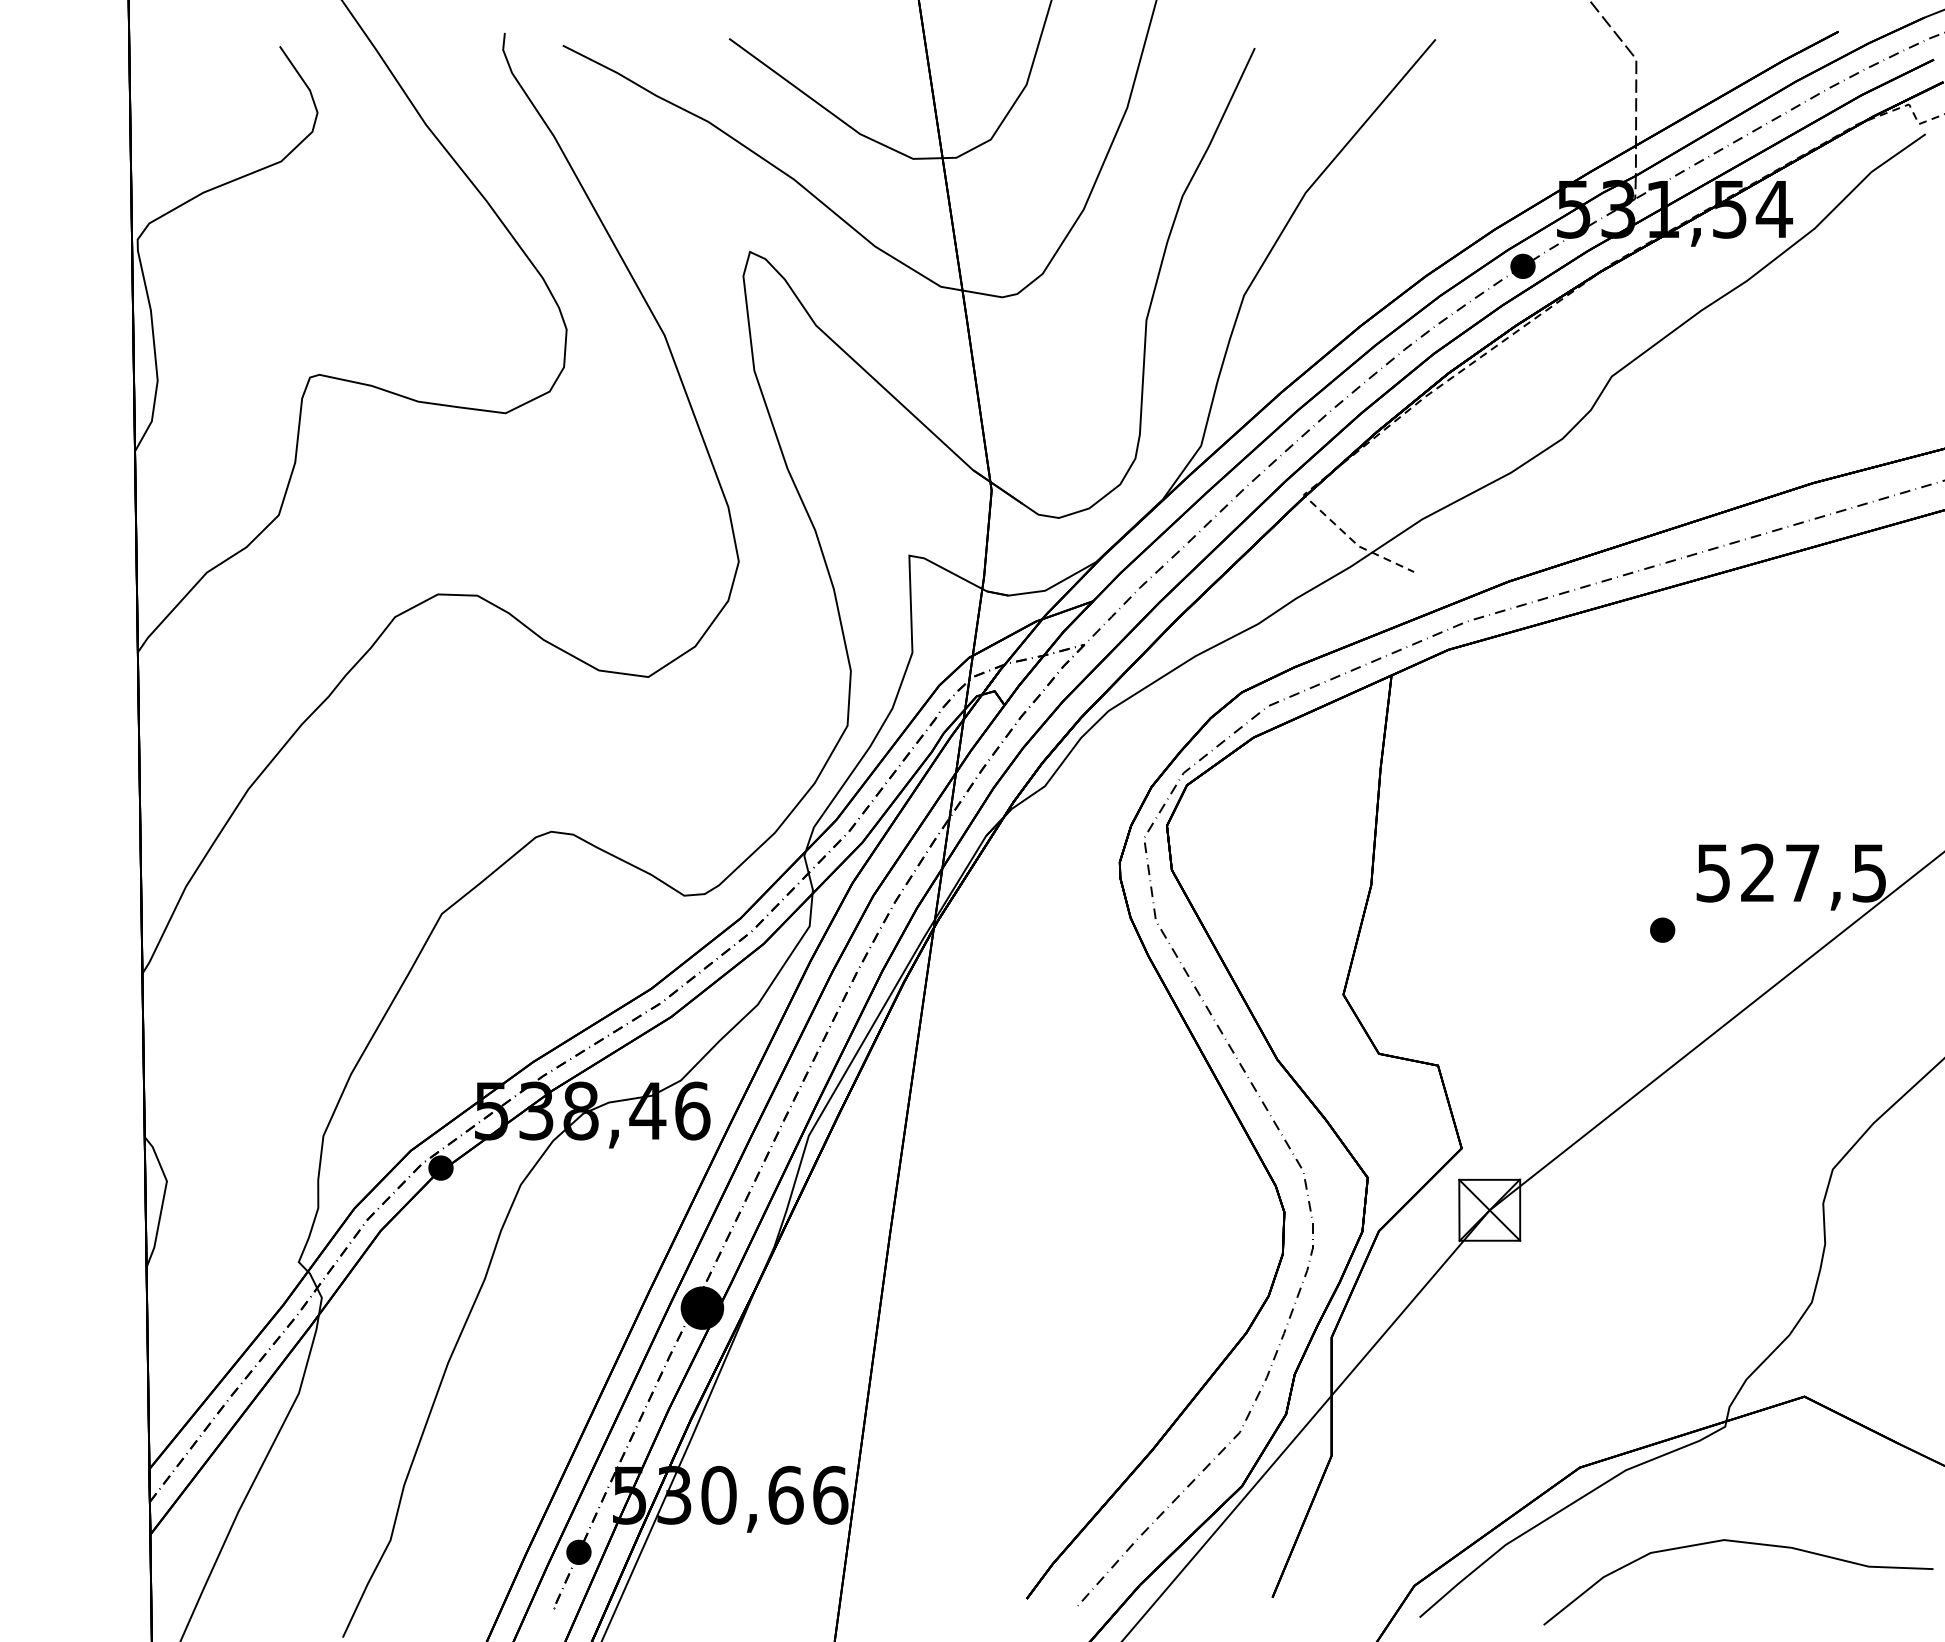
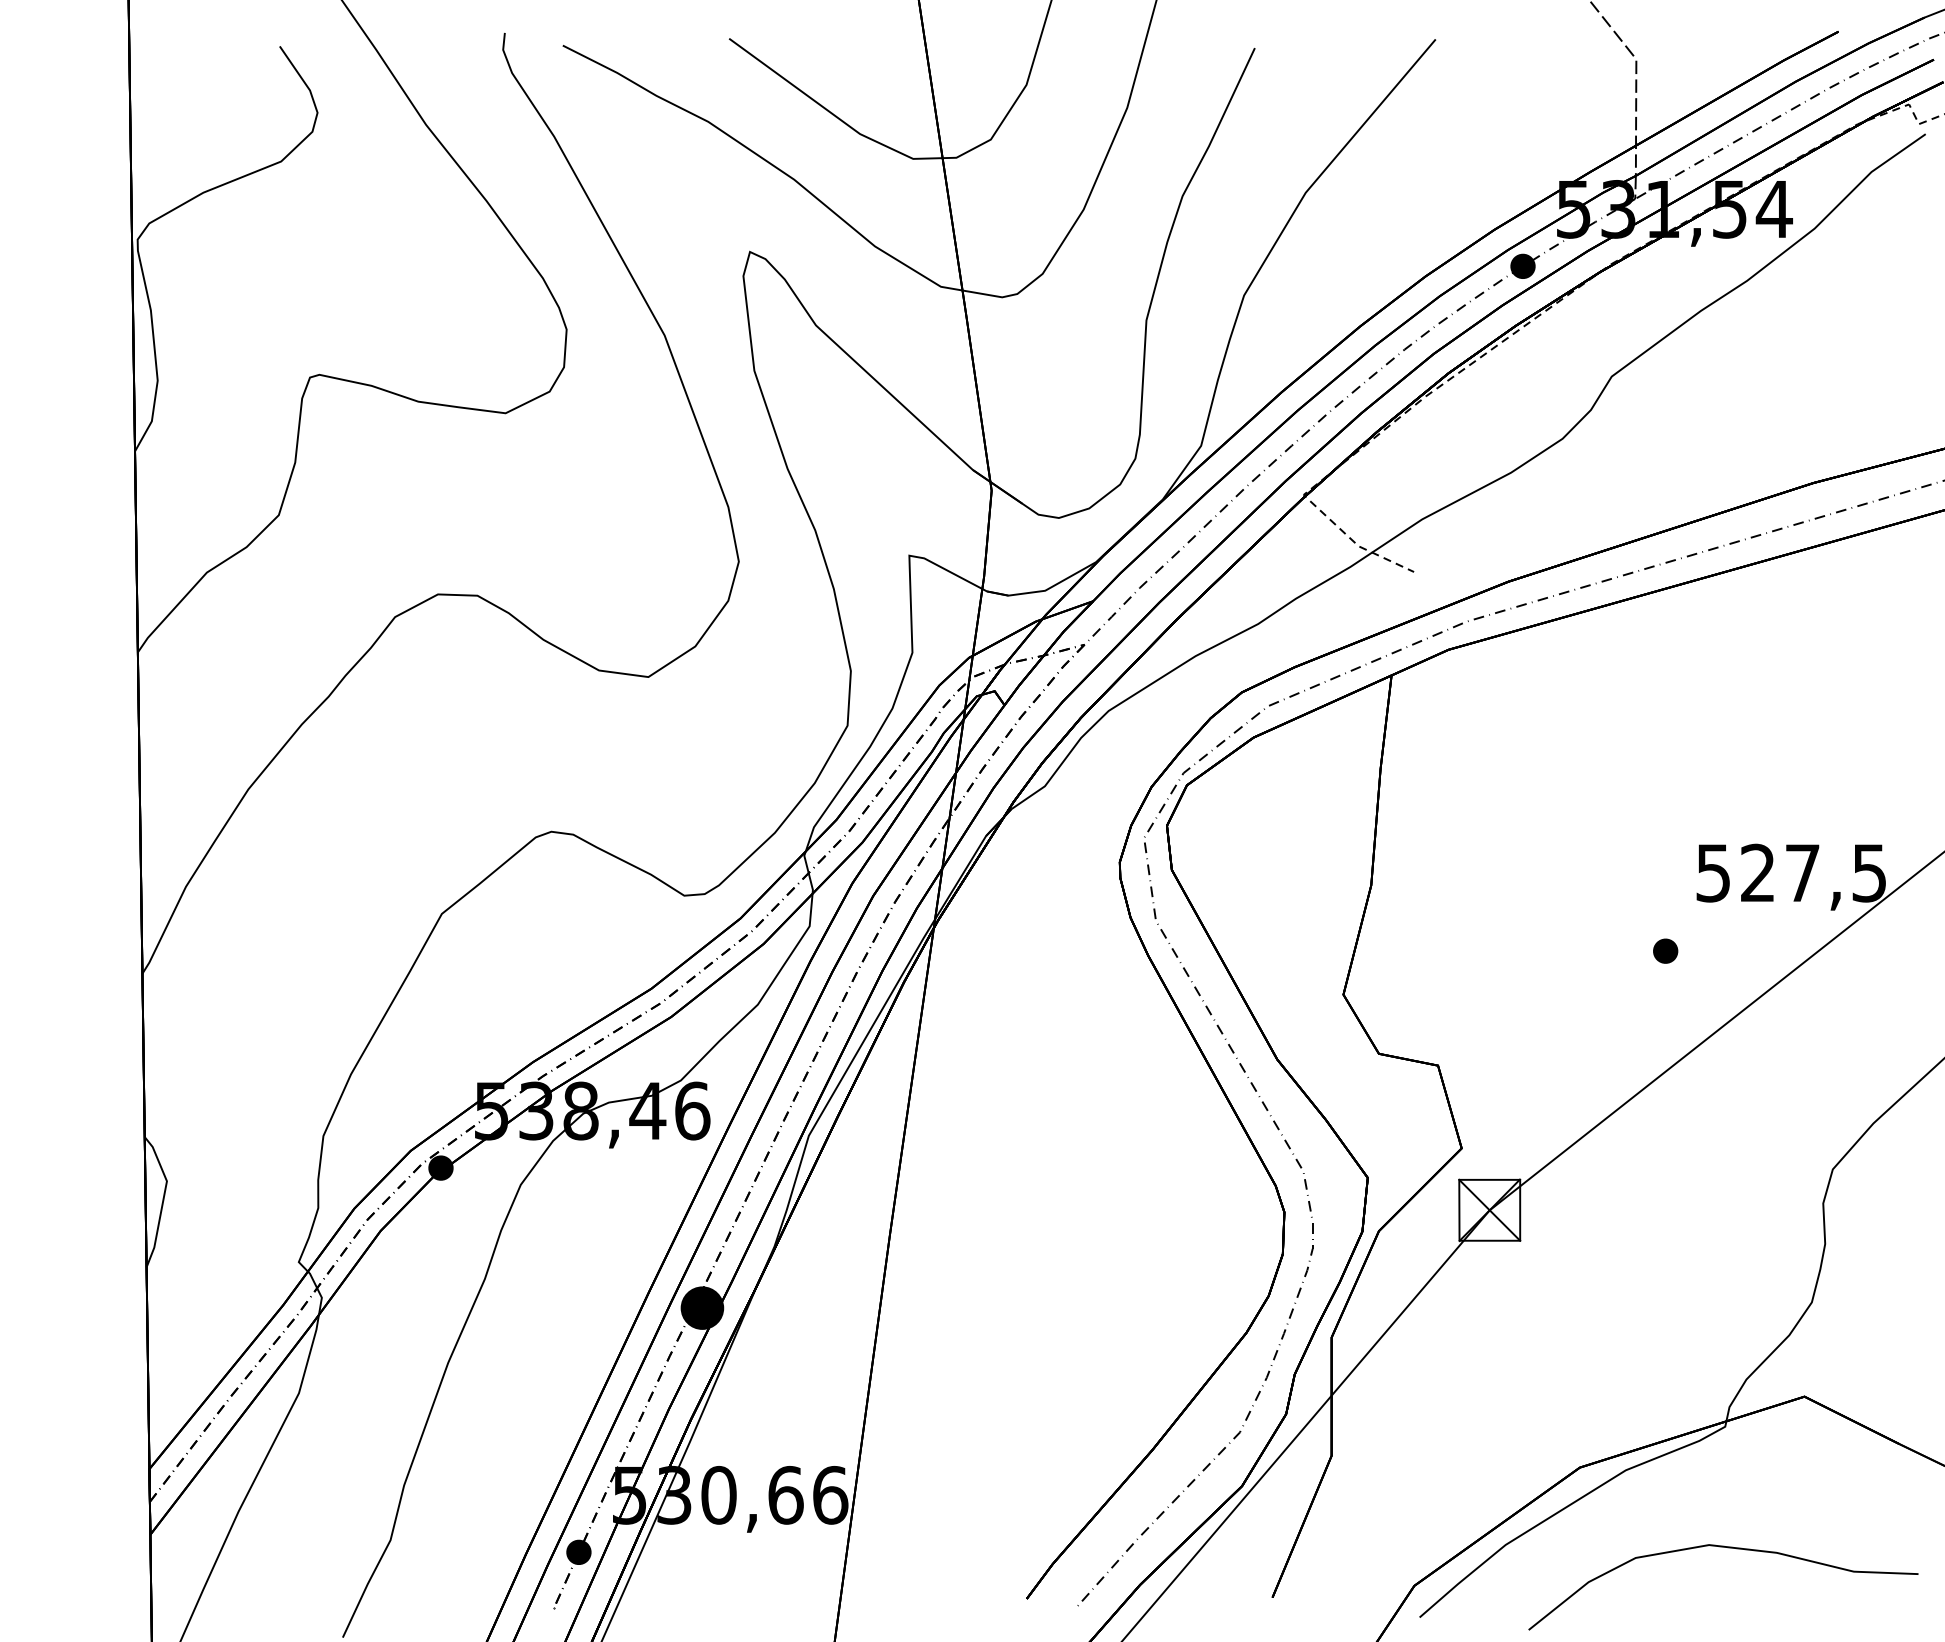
part at (1662, 929) position: (1662, 929) -> (1665, 950)
curve at (1742, 1543) position: (1742, 1543) -> (1727, 1548)
